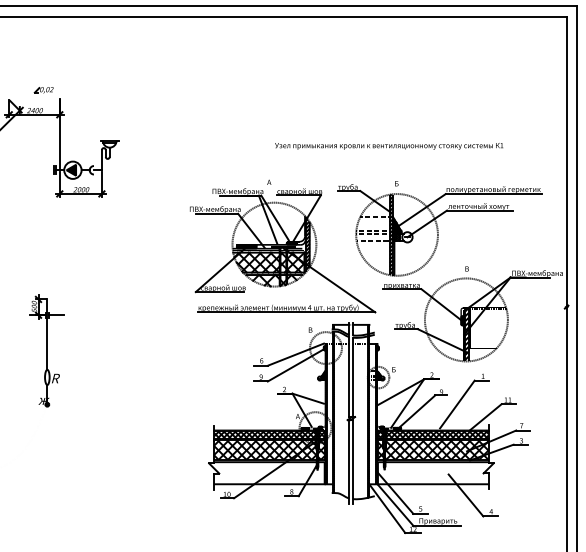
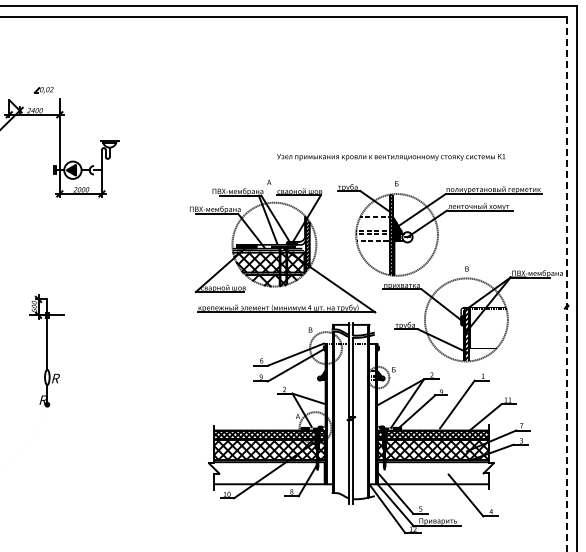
text at (389, 146) position: (389, 146) -> (391, 157)
line at (566, 284): solid -> dashed
text at (43, 399): ж -> R
